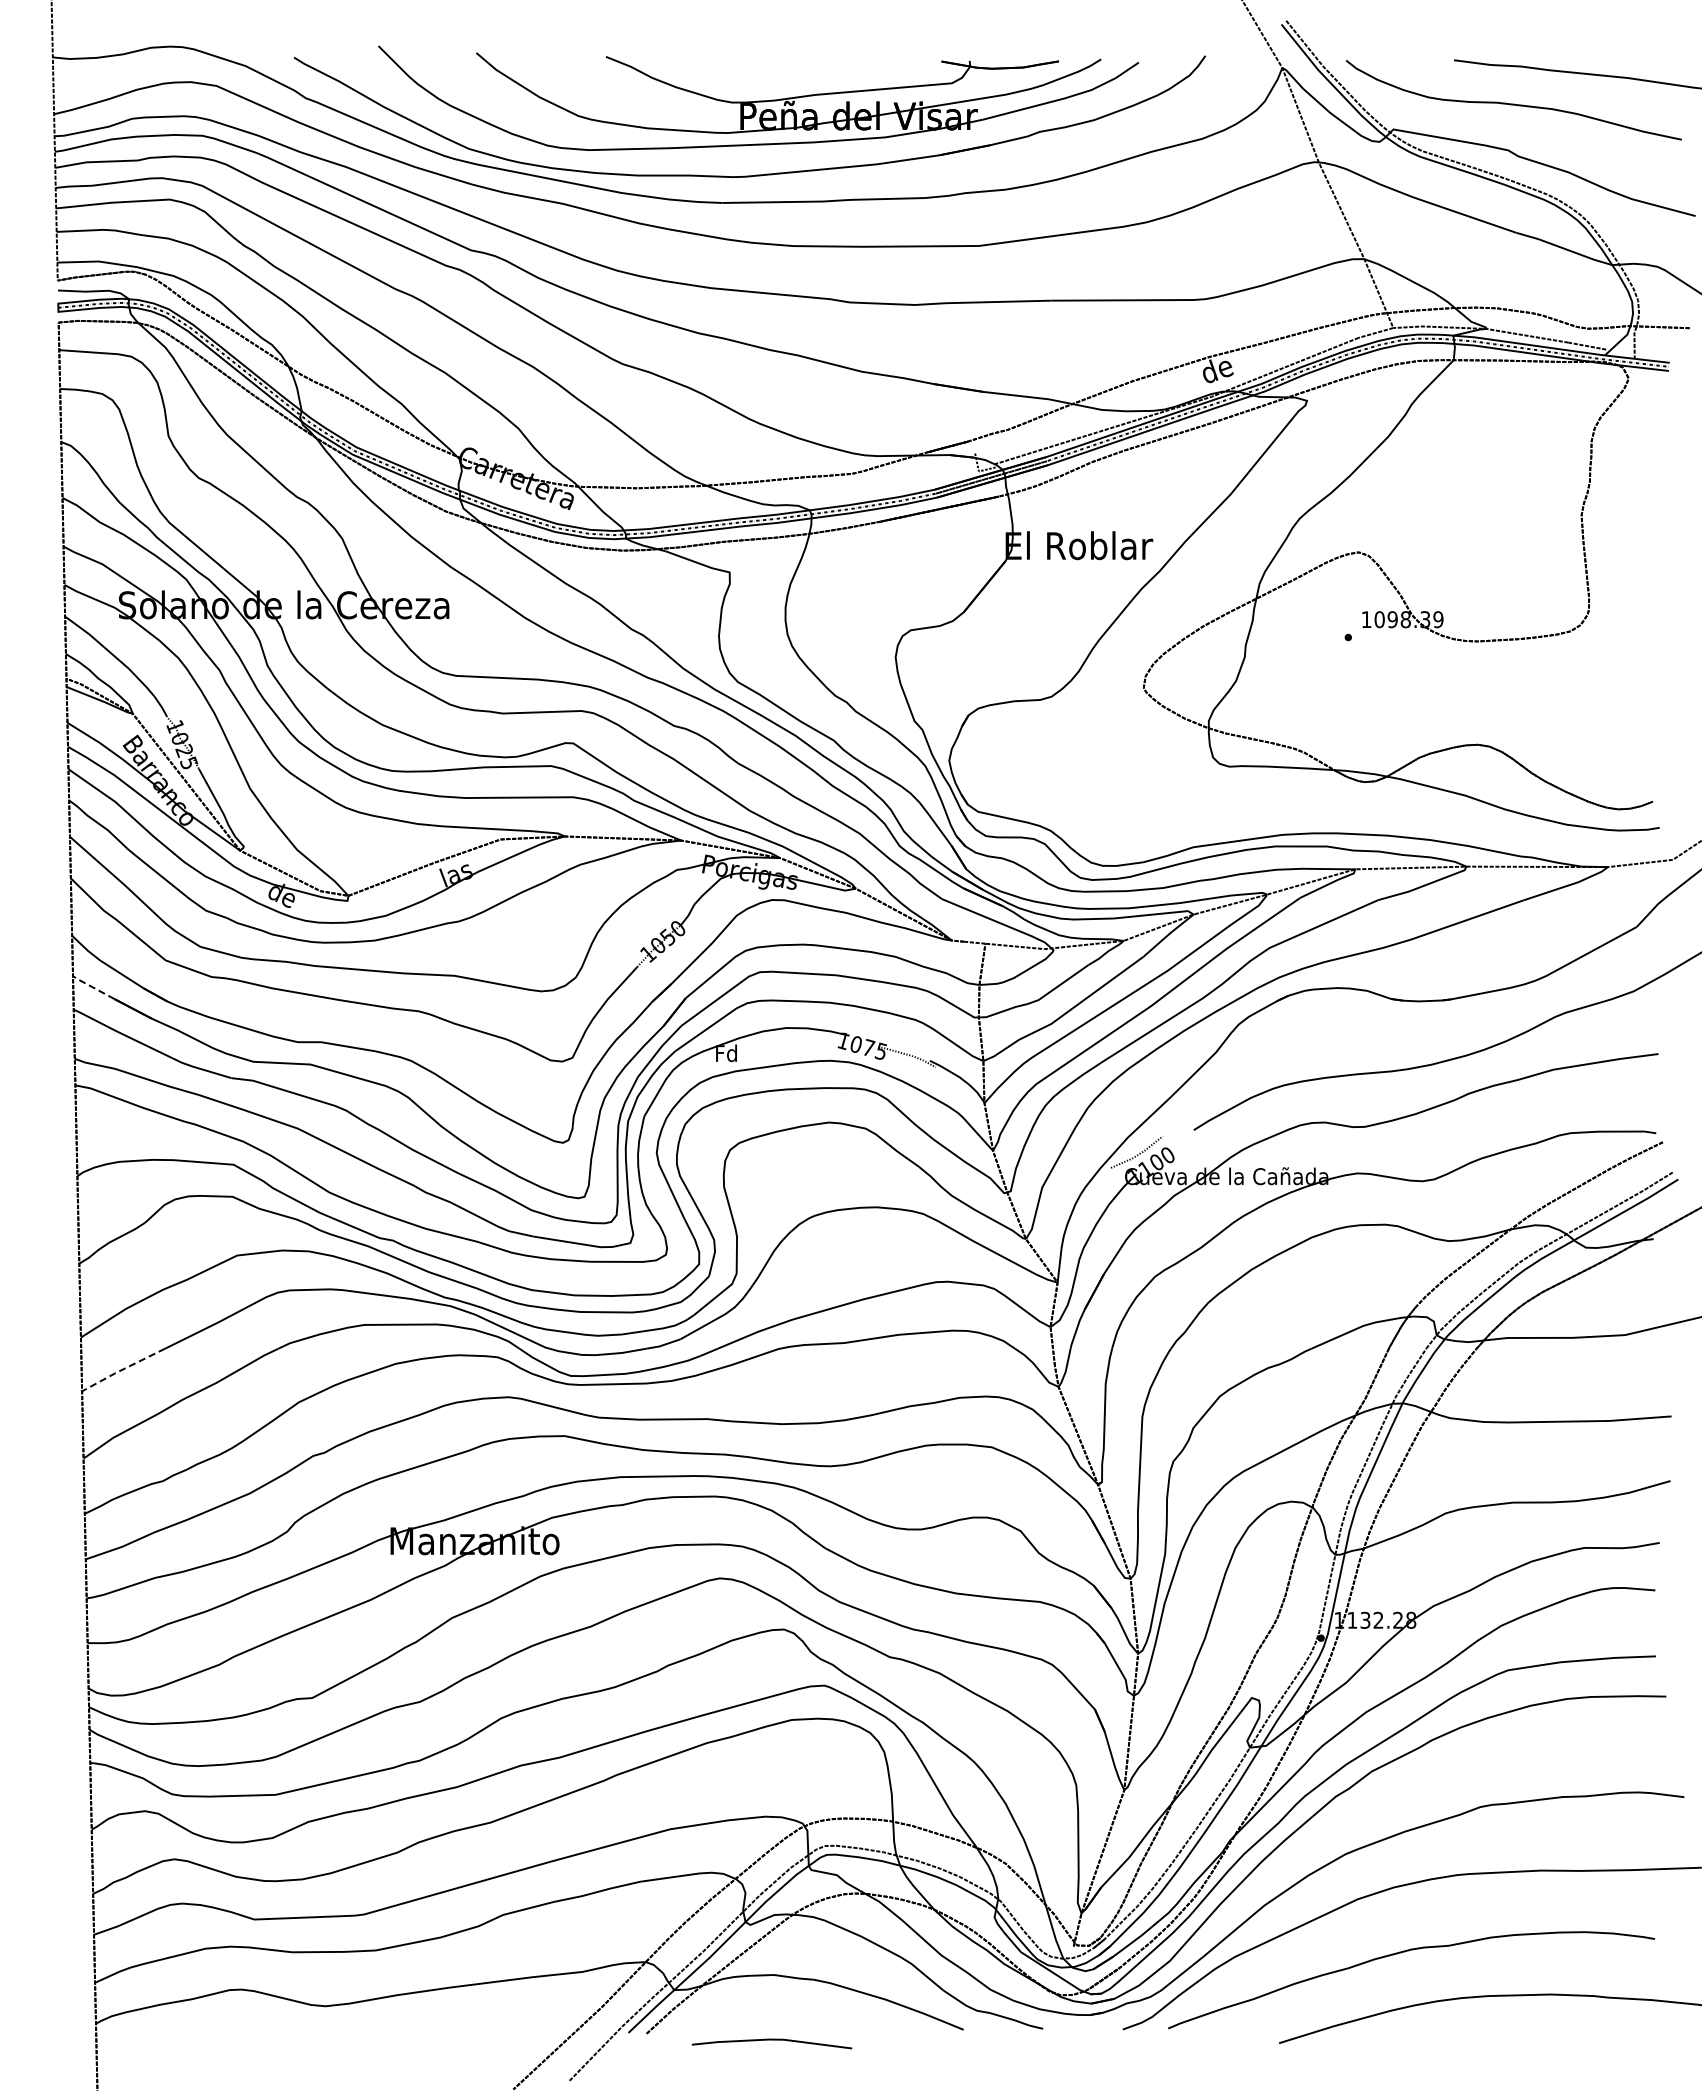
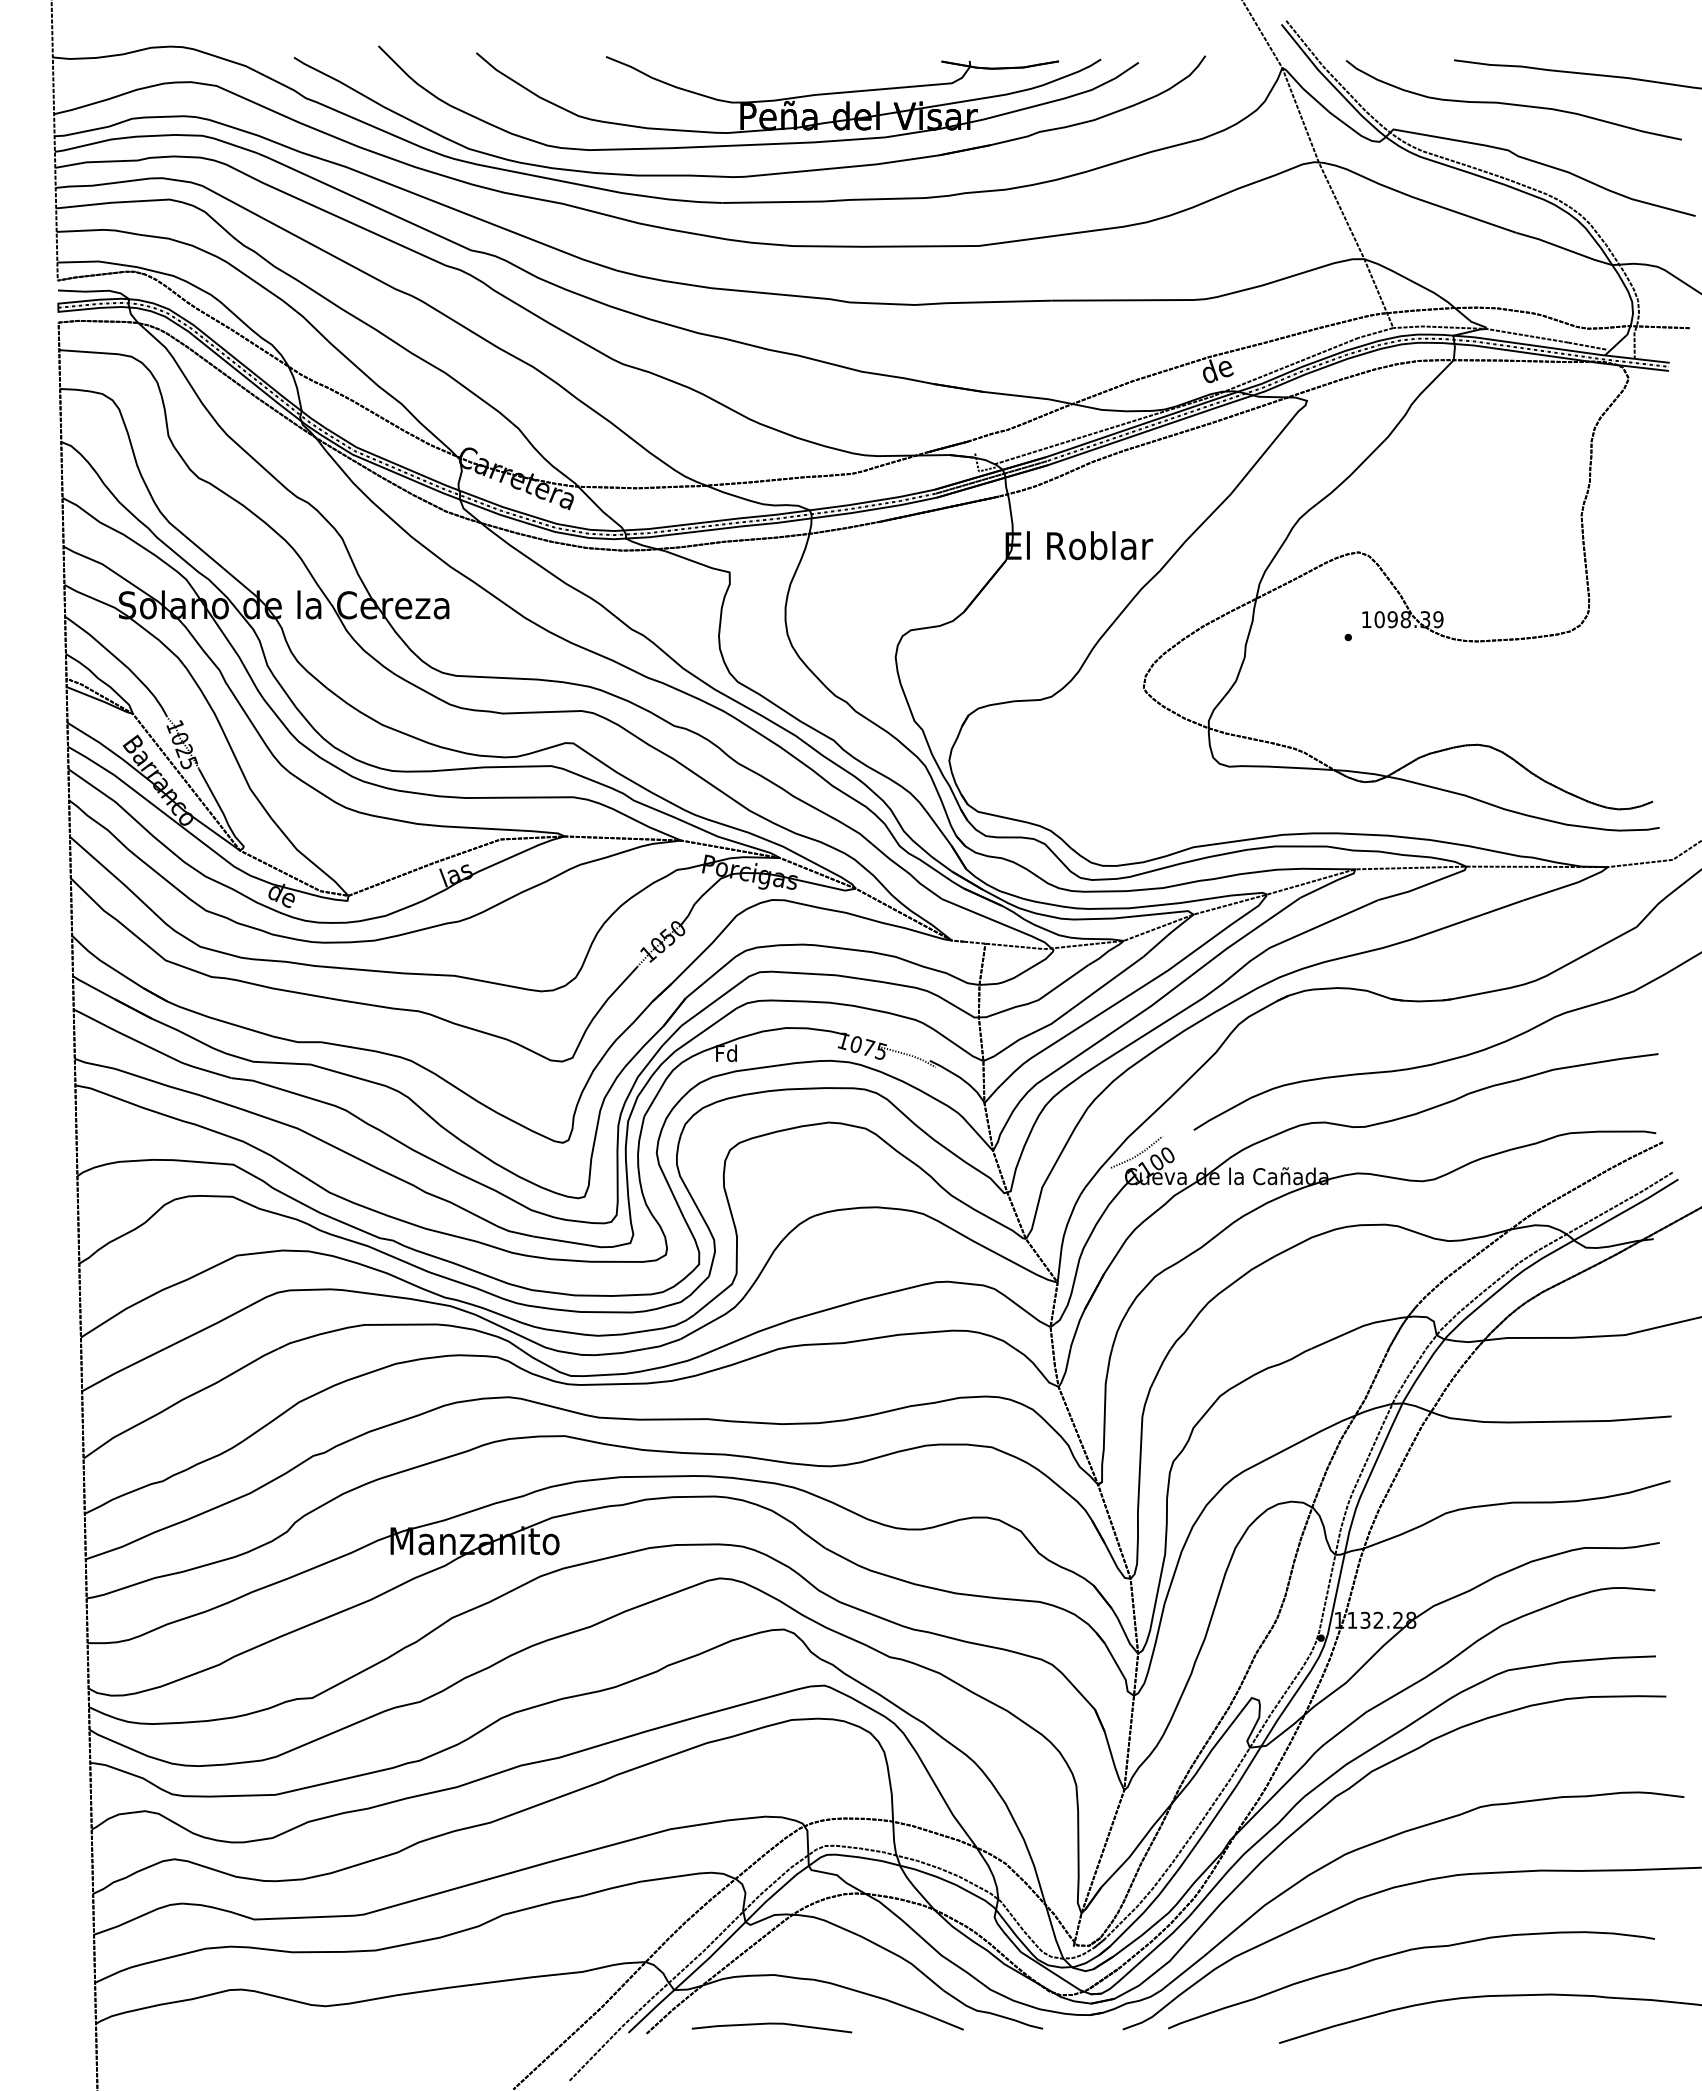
line at (92, 987): dashed -> solid
line at (122, 1369): dashed -> solid
line at (771, 2040) position: (771, 2040) -> (771, 2024)
